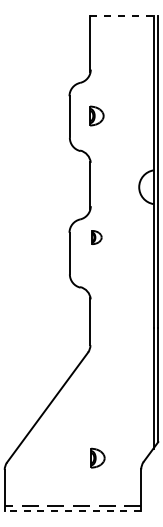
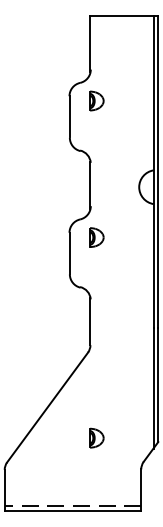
line at (124, 15): dashed -> solid
part at (96, 115) position: (96, 115) -> (96, 100)
part at (96, 237) size: 12x15 px -> 16x21 px
part at (97, 457) position: (97, 457) -> (96, 437)
line at (72, 511): dashed -> solid
